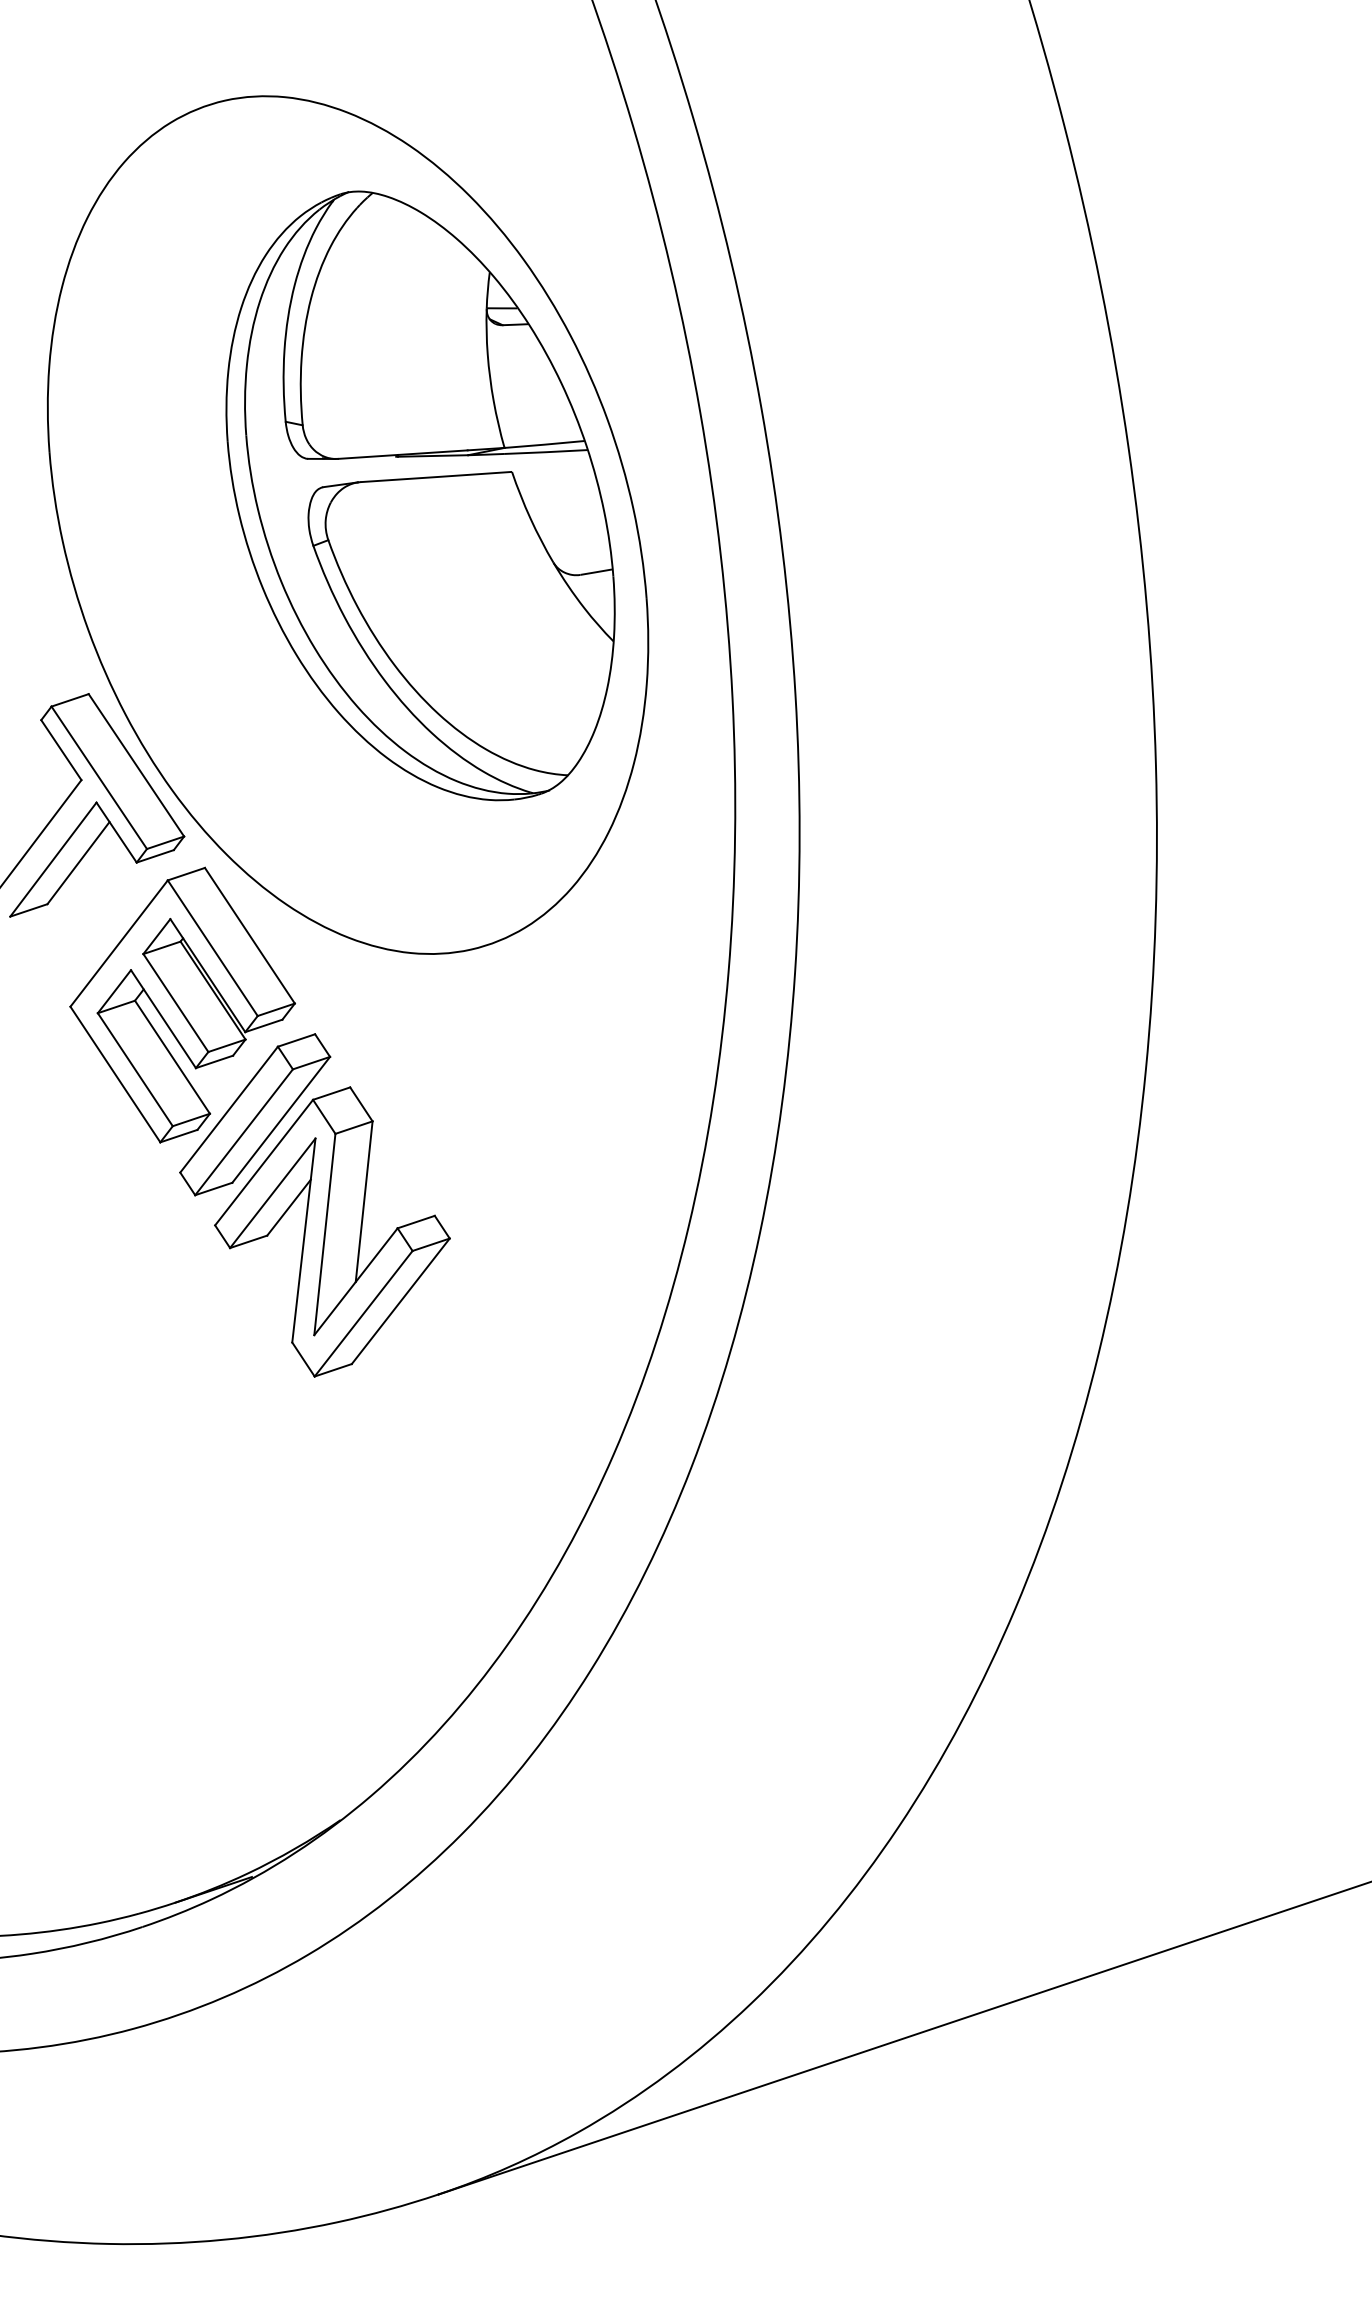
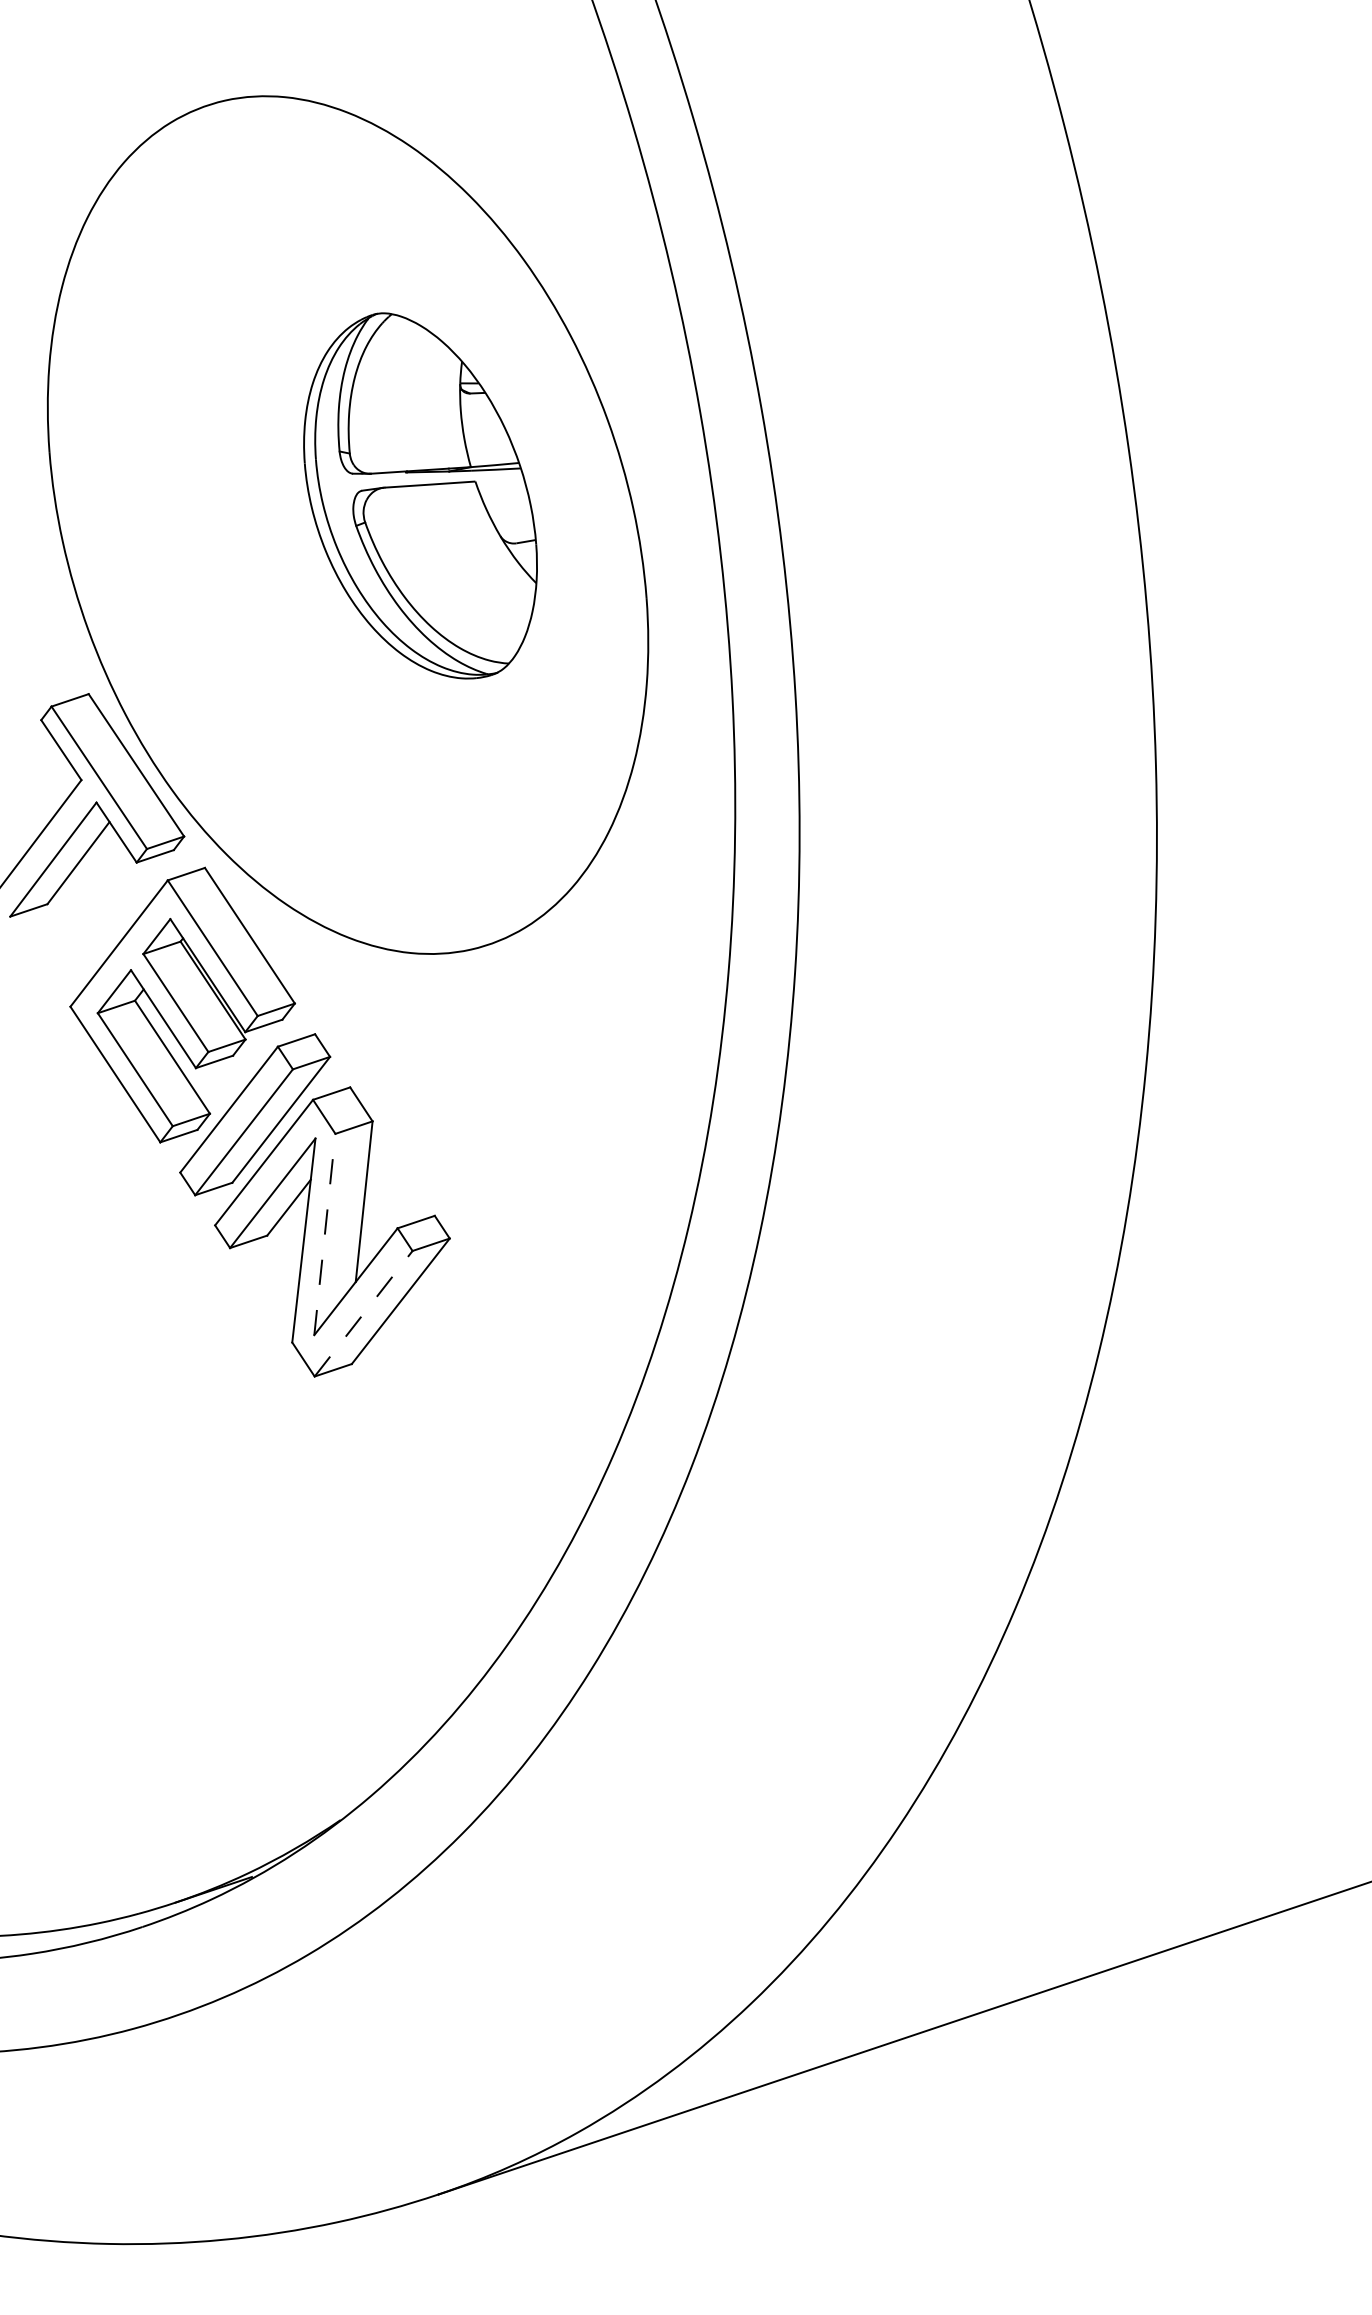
part at (420, 495) size: 391x612 px -> 235x368 px
line at (324, 1234): solid -> dashed
line at (363, 1313): solid -> dashed
